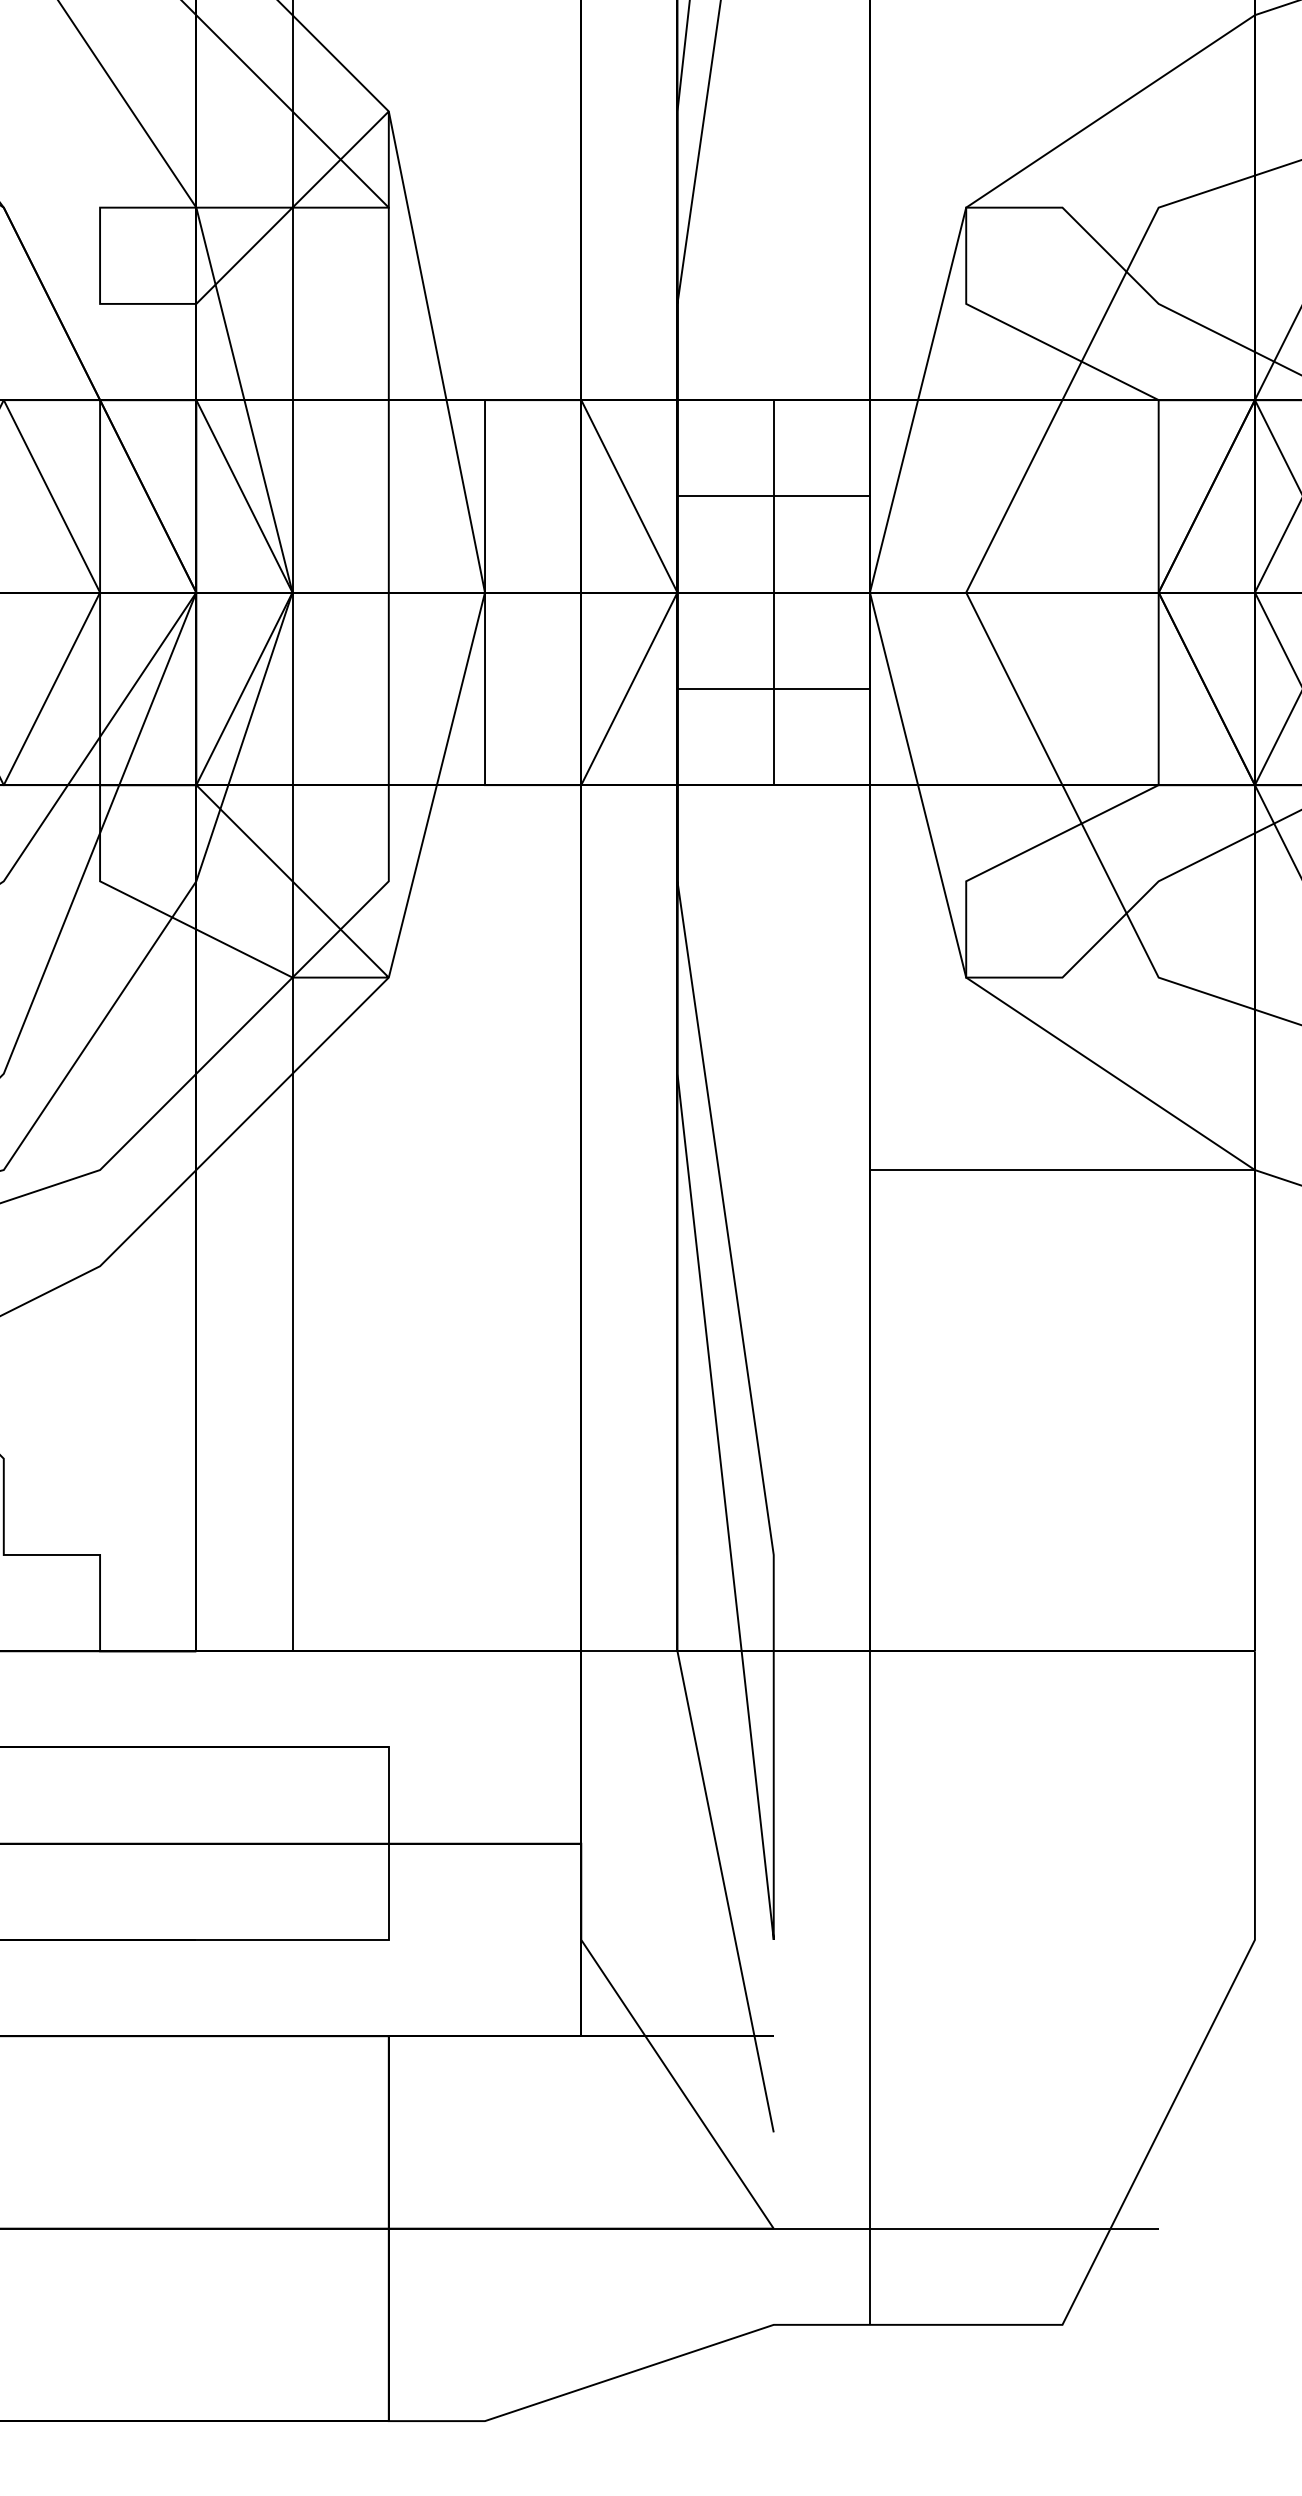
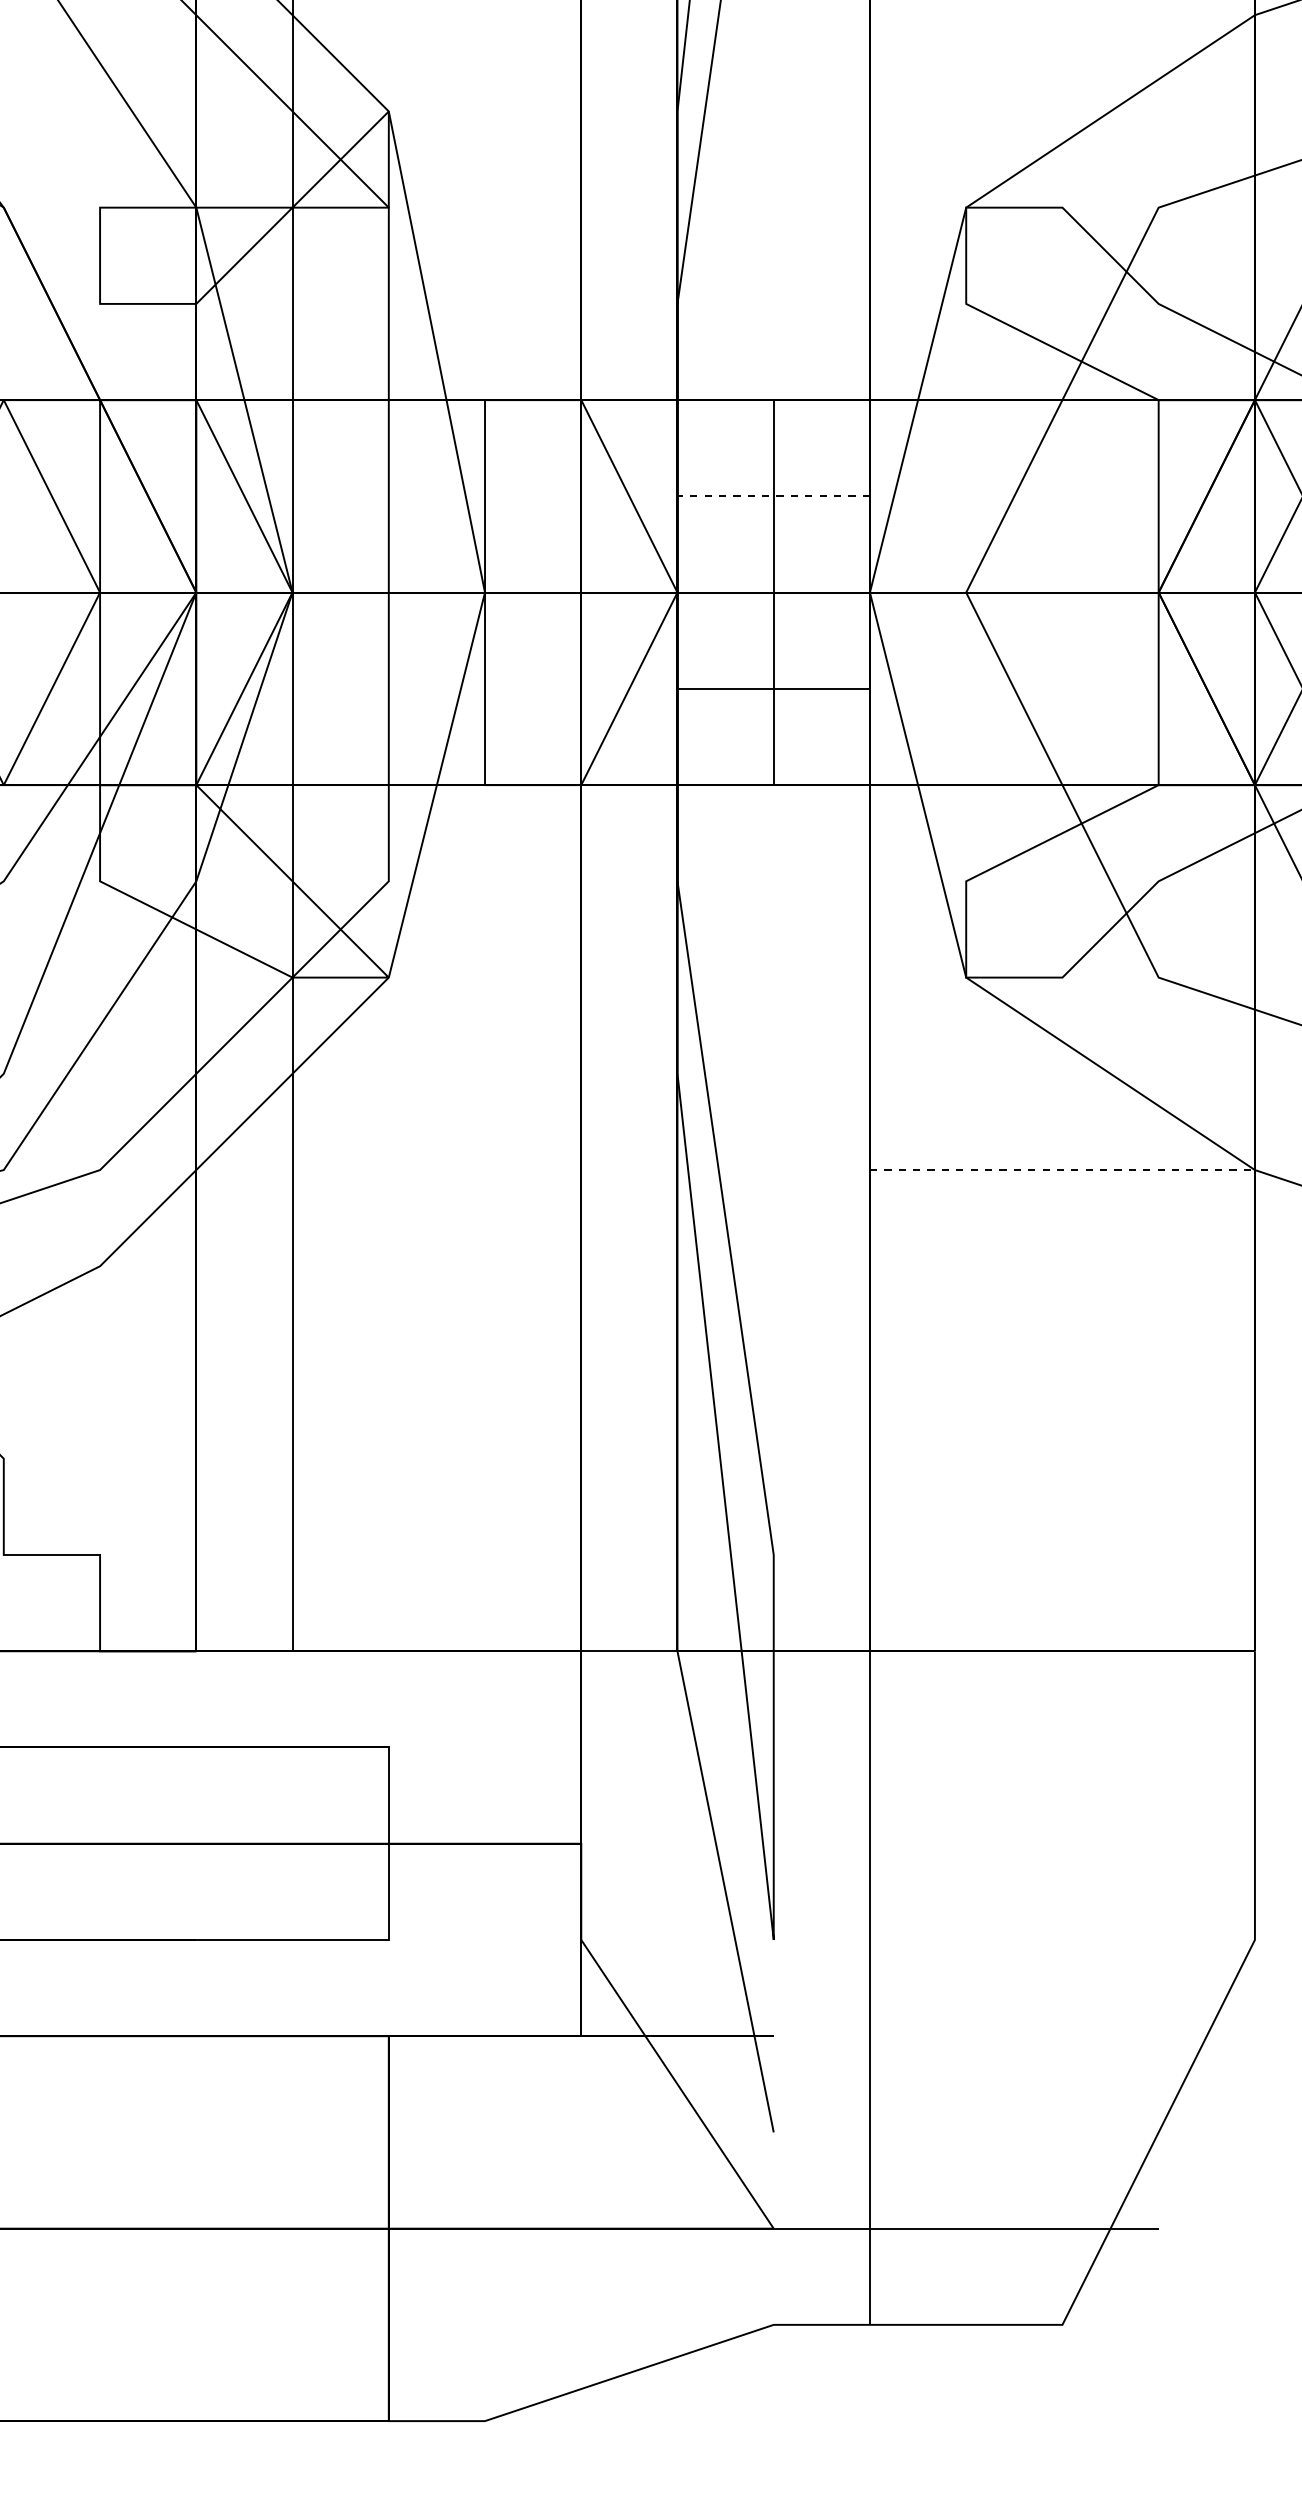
line at (773, 496): solid -> dashed
line at (1062, 1170): solid -> dashed
